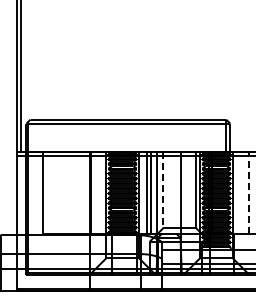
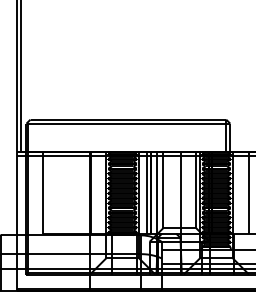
line at (163, 190): dashed -> solid
line at (248, 192): dashed -> solid
